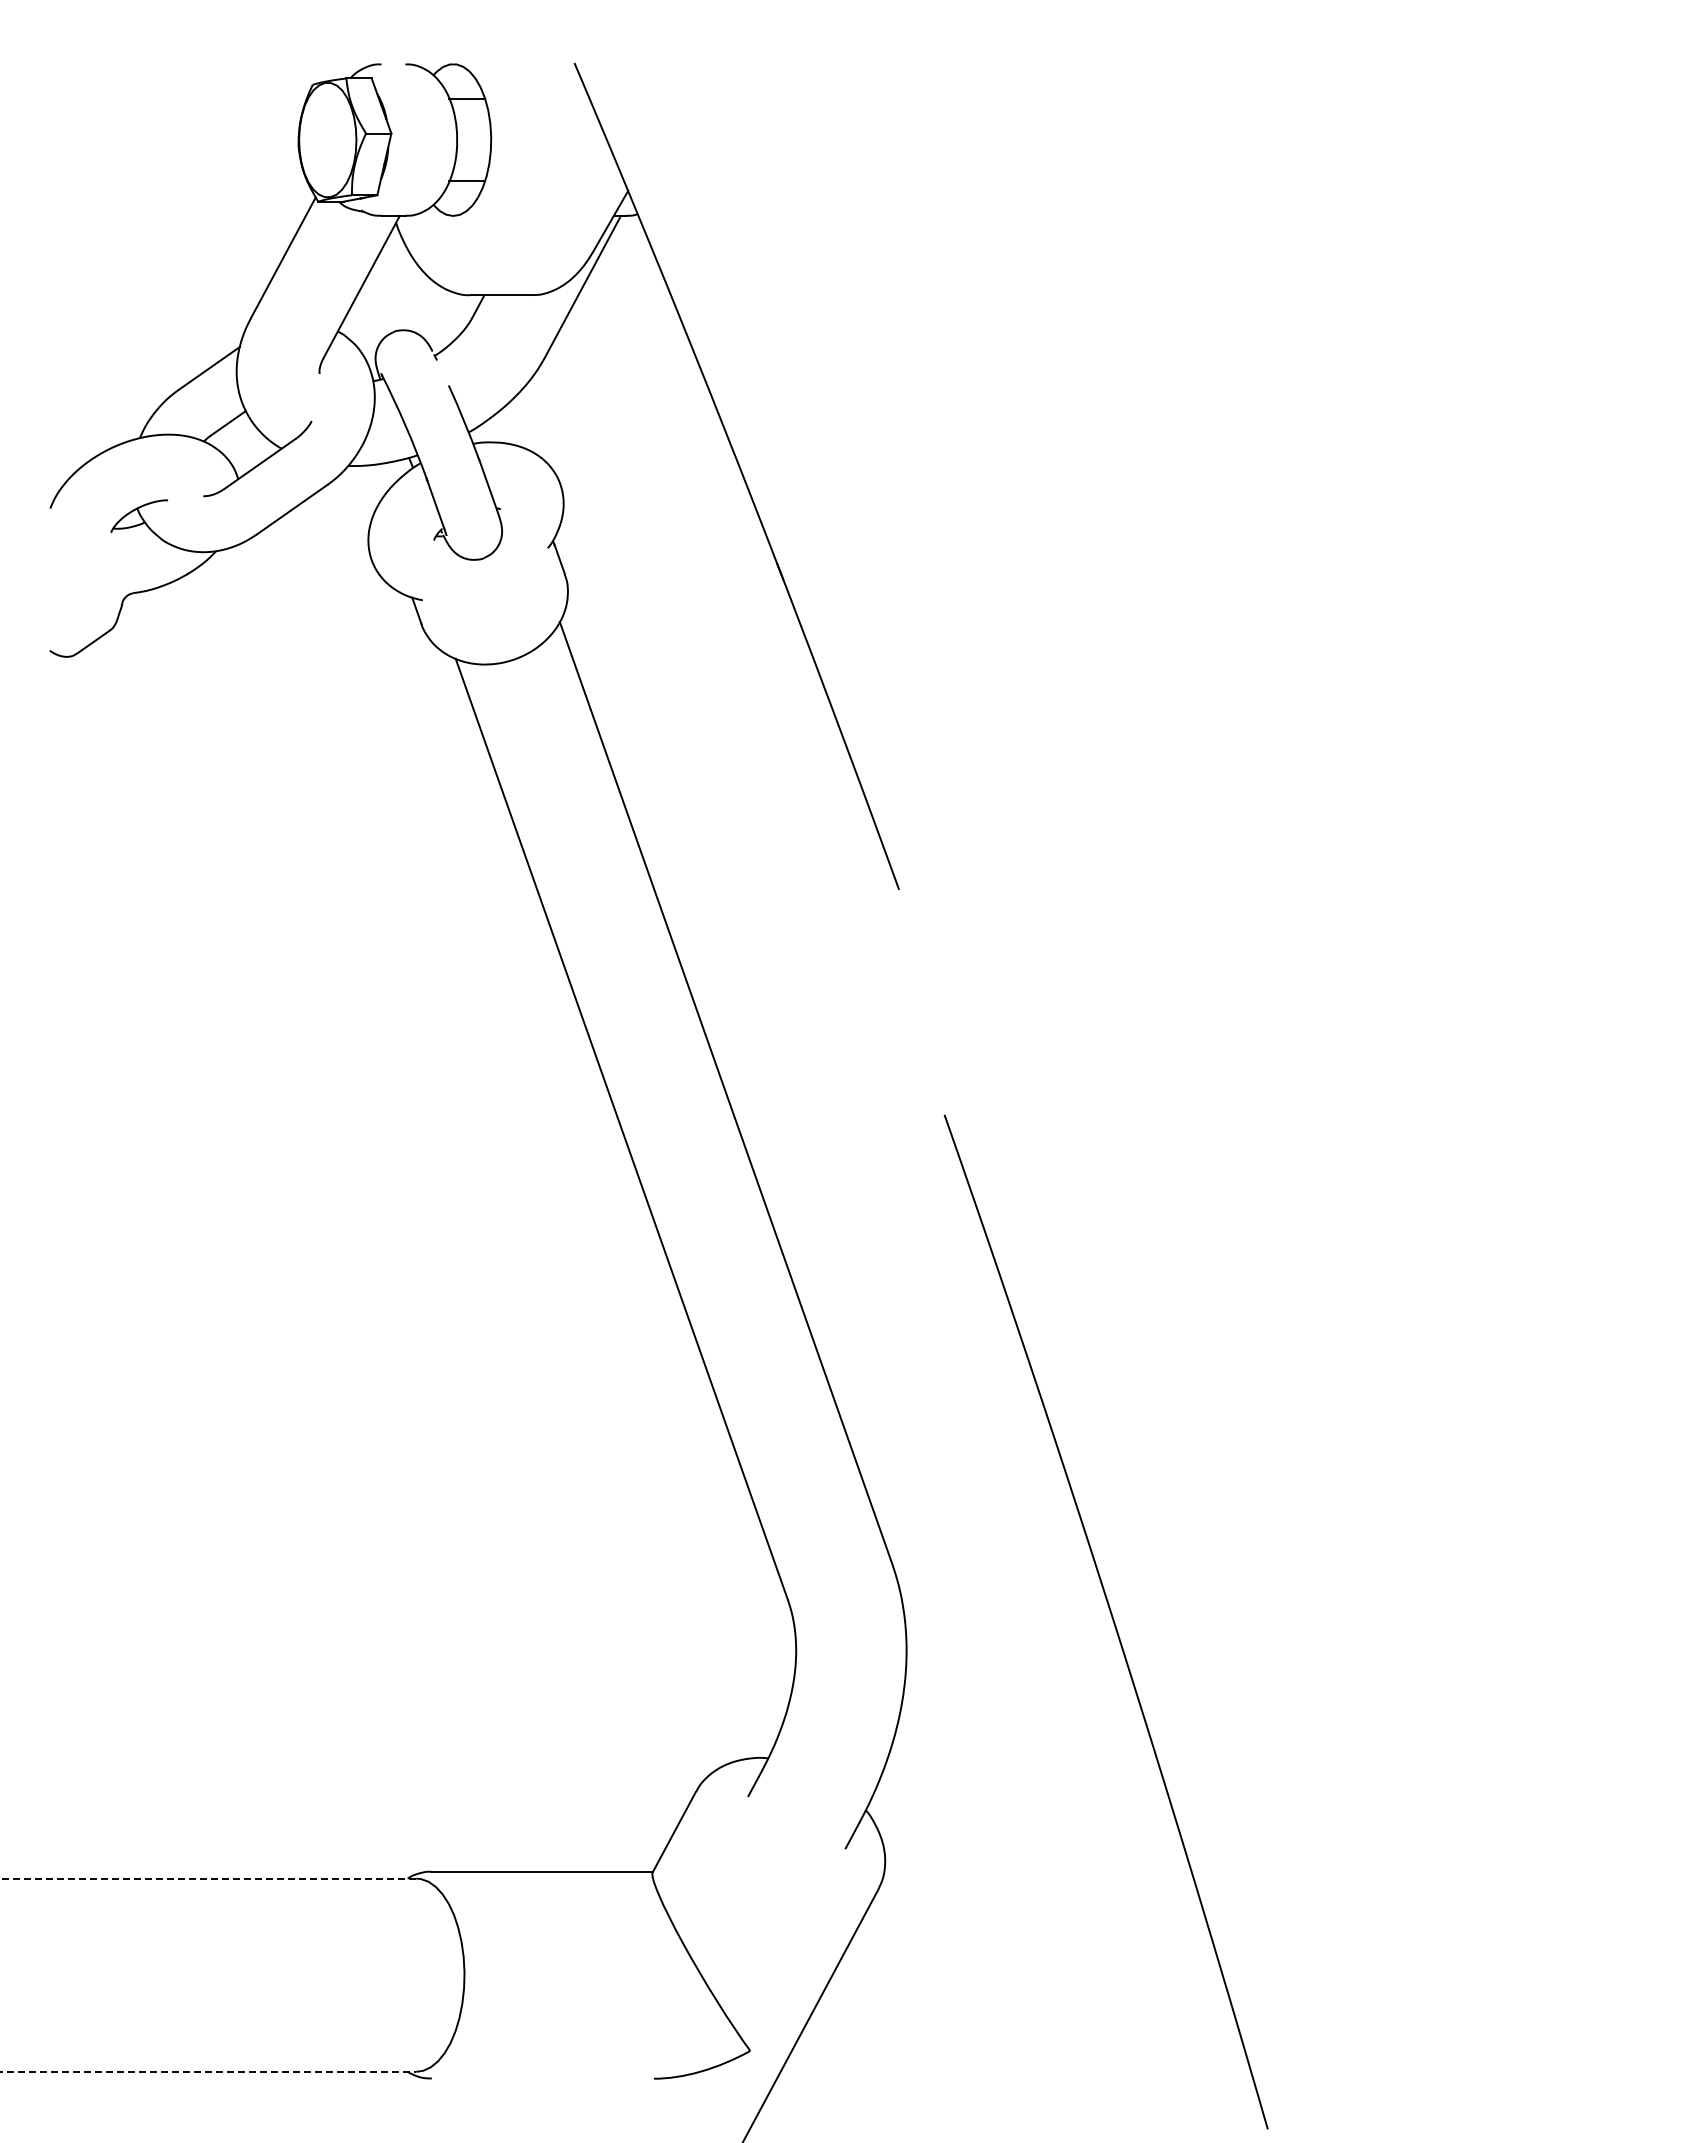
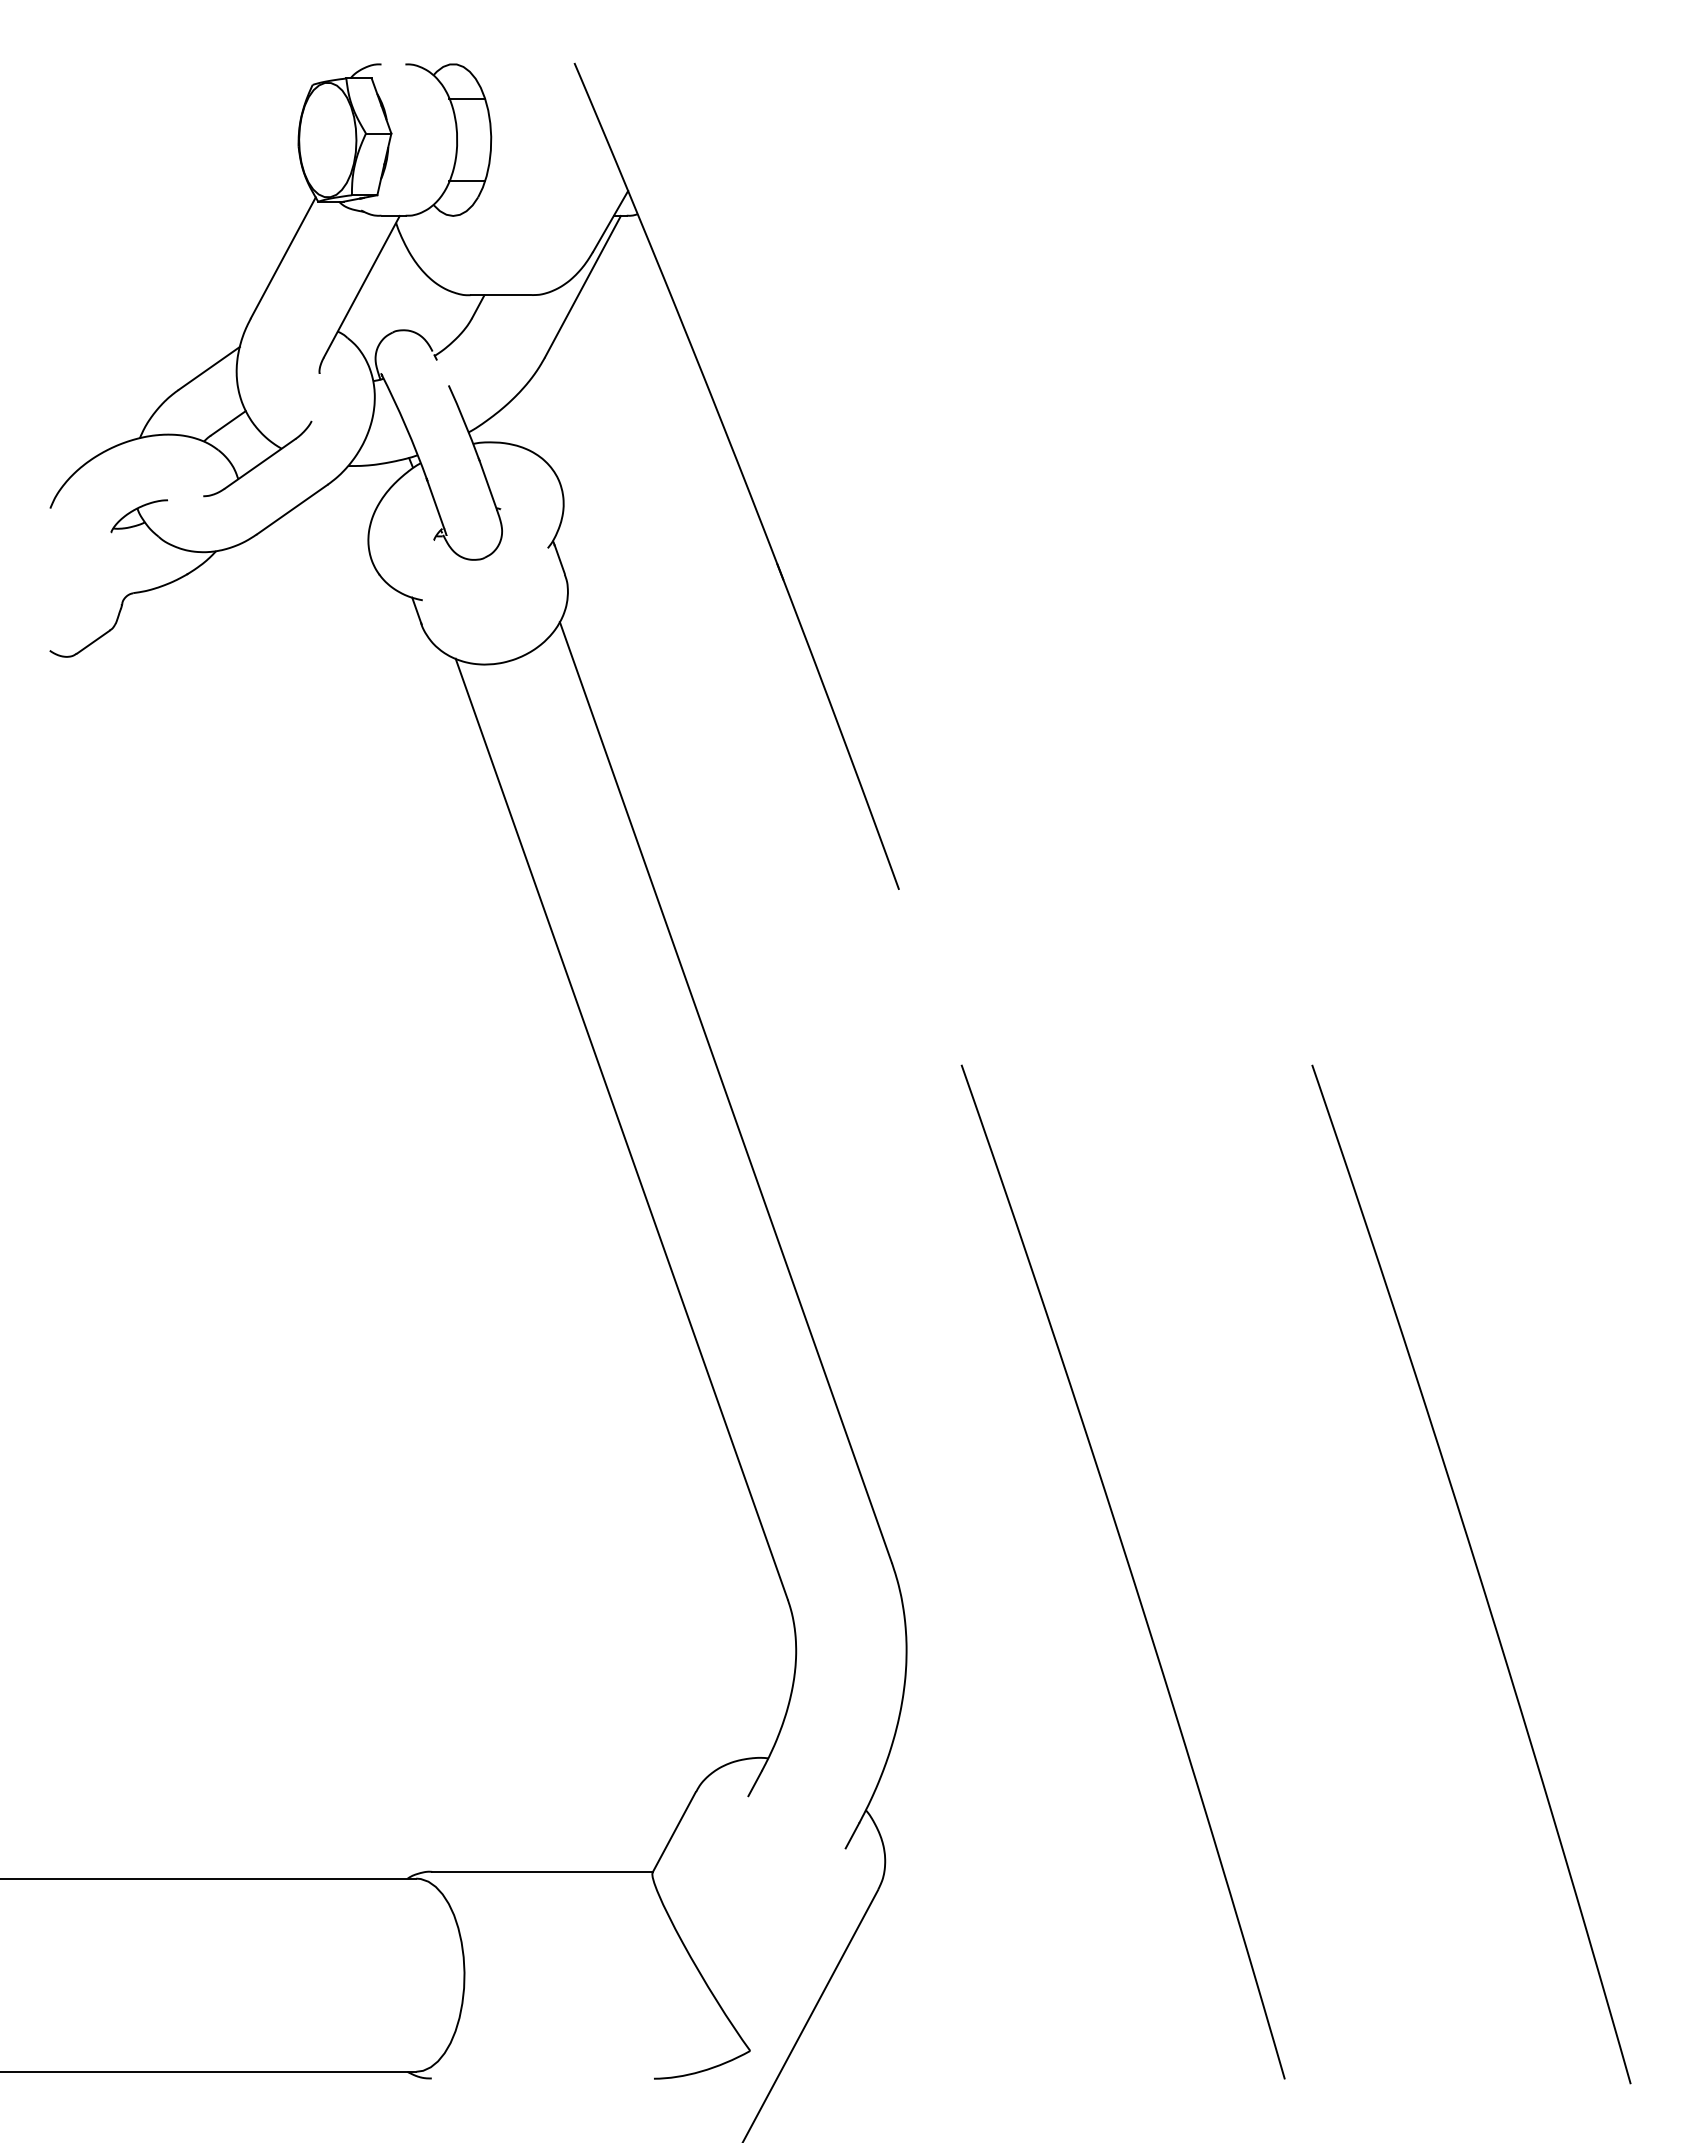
curve at (1477, 1573): none -> present
curve at (1112, 1621) position: (1112, 1621) -> (1129, 1571)
line at (208, 1878): dashed -> solid
line at (208, 2071): dashed -> solid
